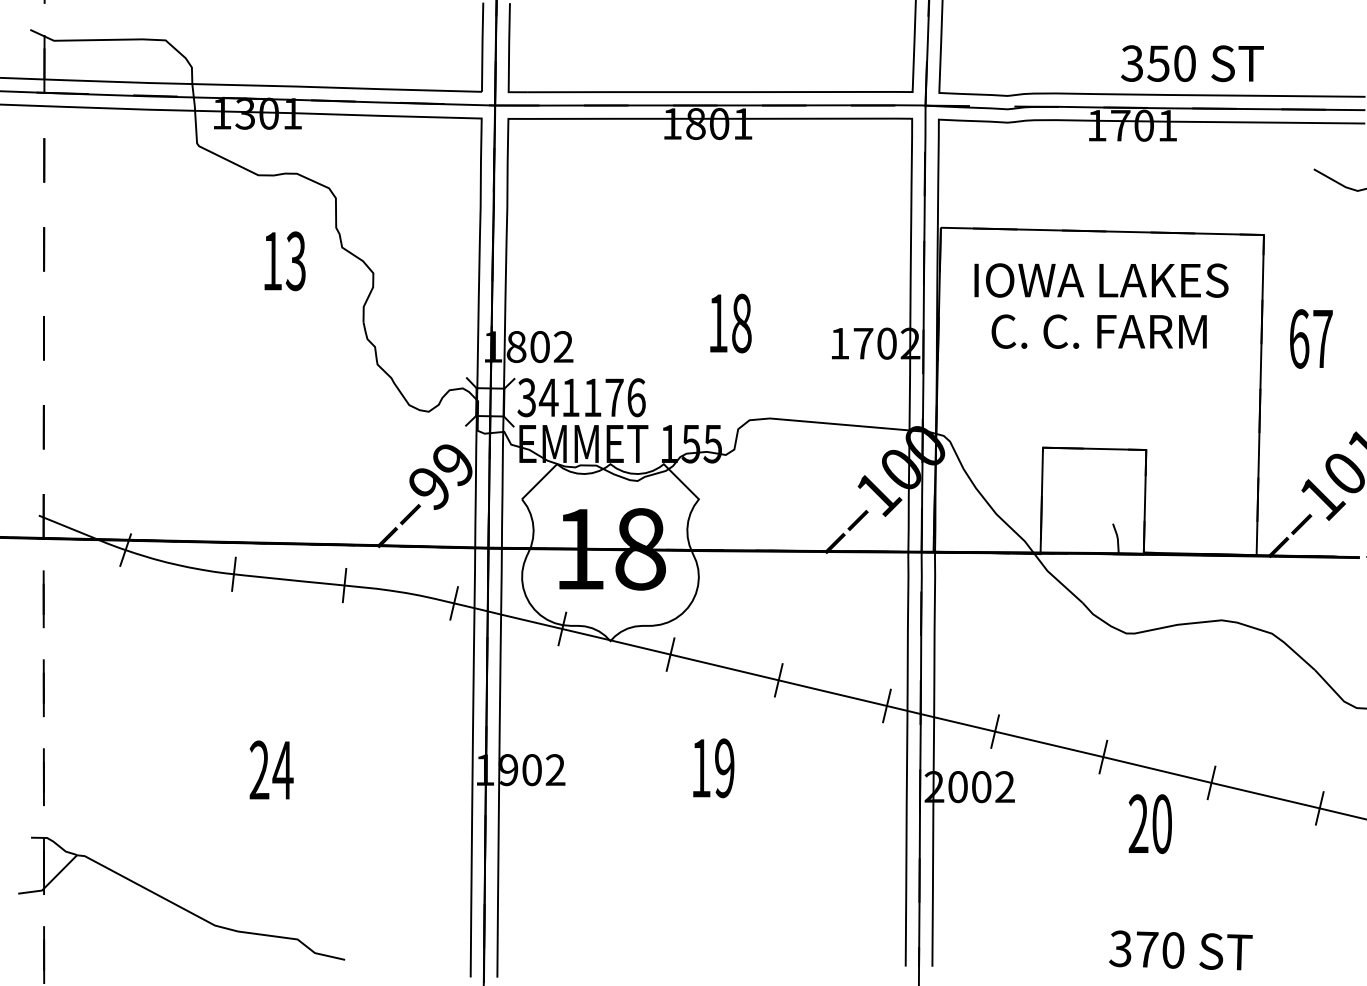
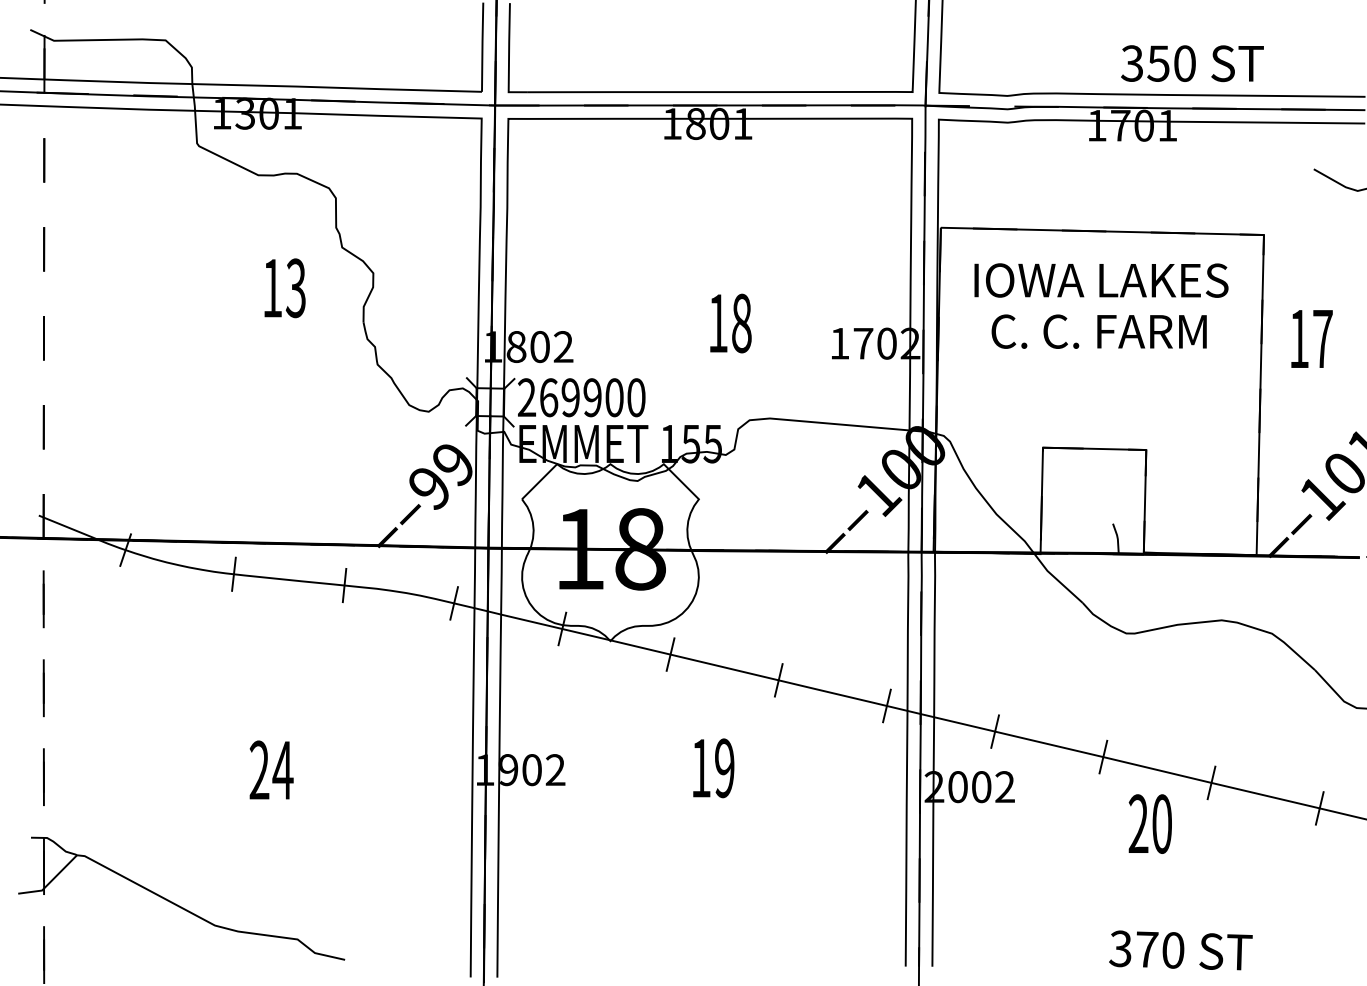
text at (284, 261) position: (284, 261) -> (284, 288)
text at (1299, 338): 67 -> 17
text at (581, 397): 341176 -> 269900
